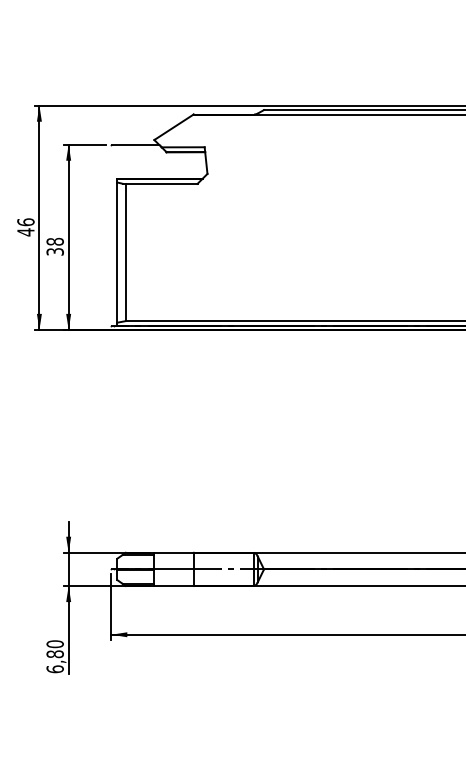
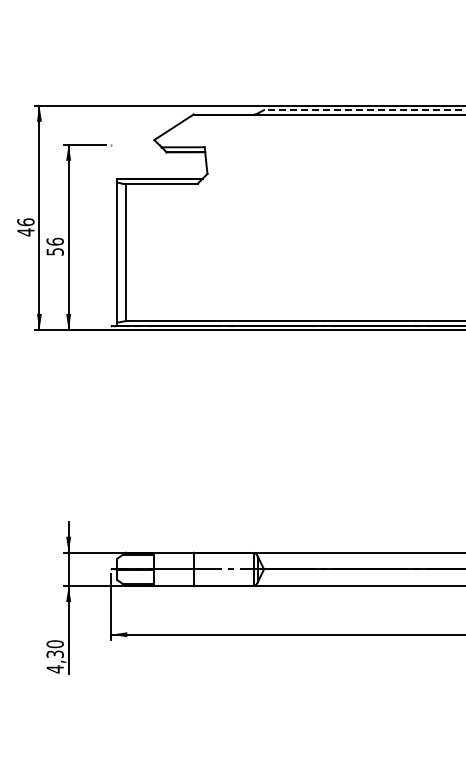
line at (365, 110): solid -> dashed
line at (135, 144): present -> none
text at (54, 246): 38 -> 56
text at (54, 661): 6,80 -> 4,30
